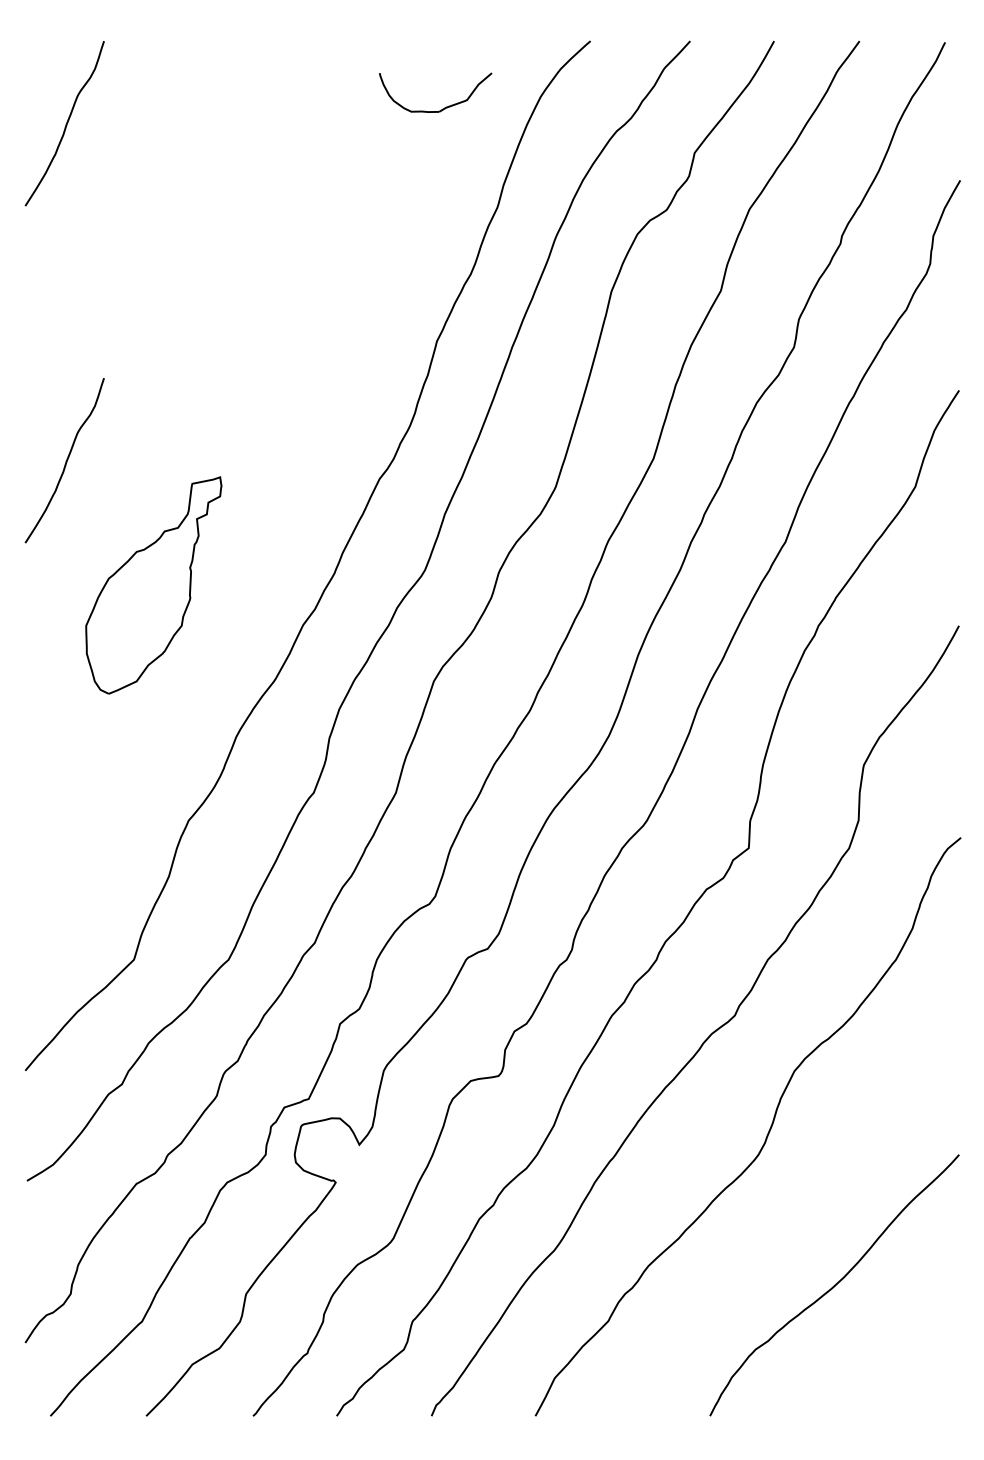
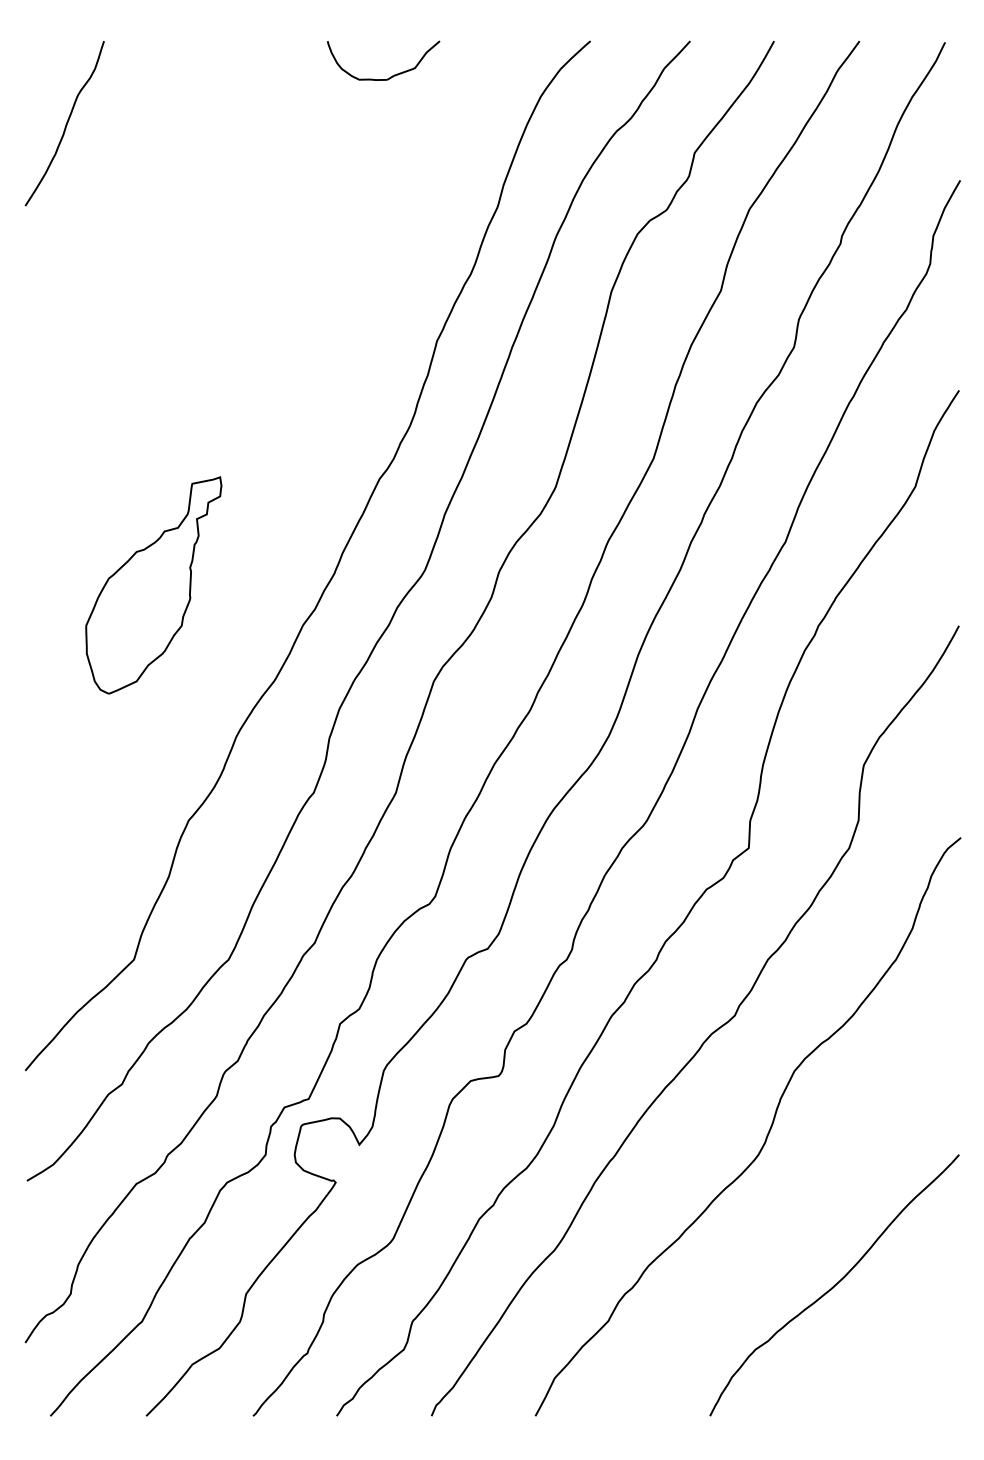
part at (442, 108) position: (442, 108) -> (390, 76)
curve at (65, 461): present -> none
